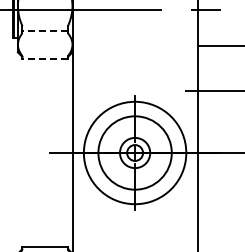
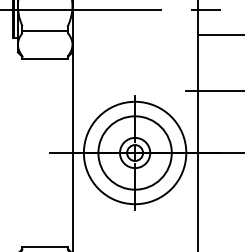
line at (45, 30): dashed -> solid
line at (219, 45) position: (219, 45) -> (219, 34)
line at (45, 58): dashed -> solid
